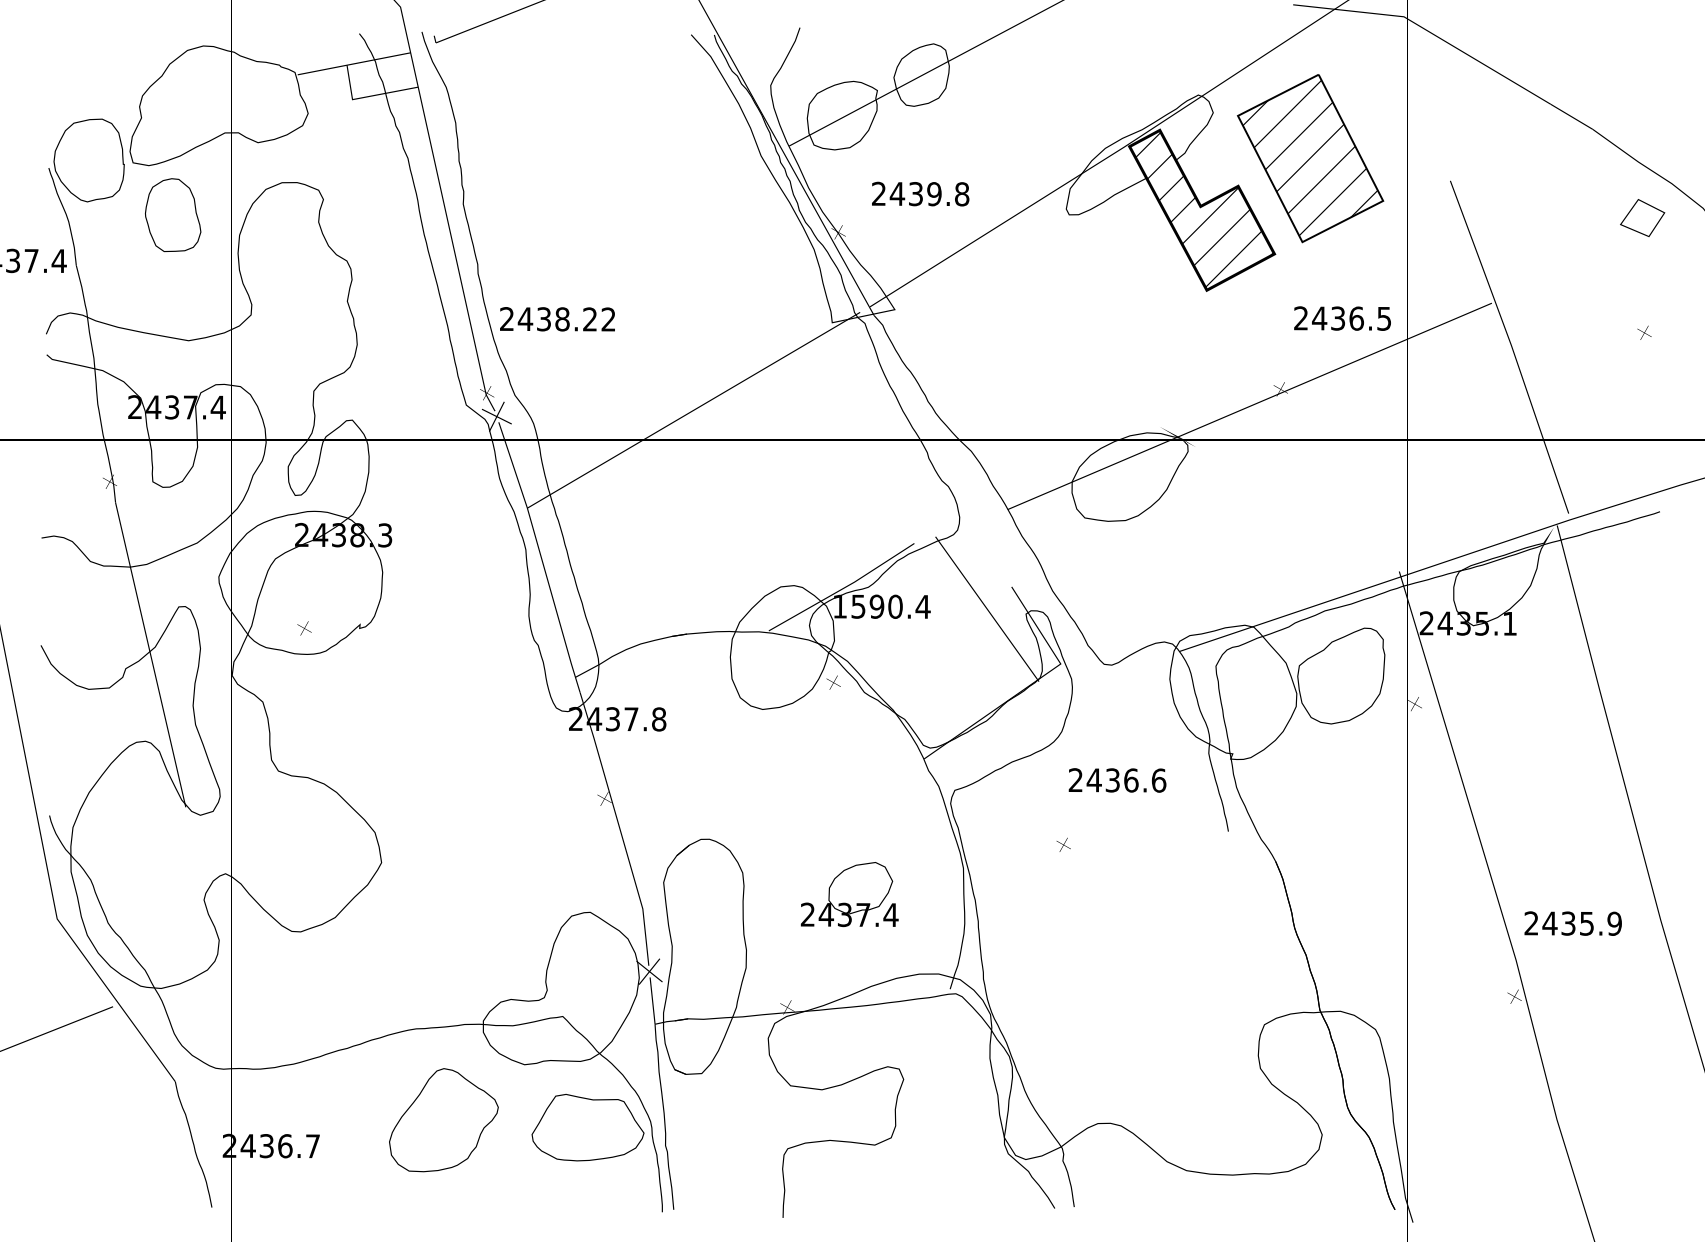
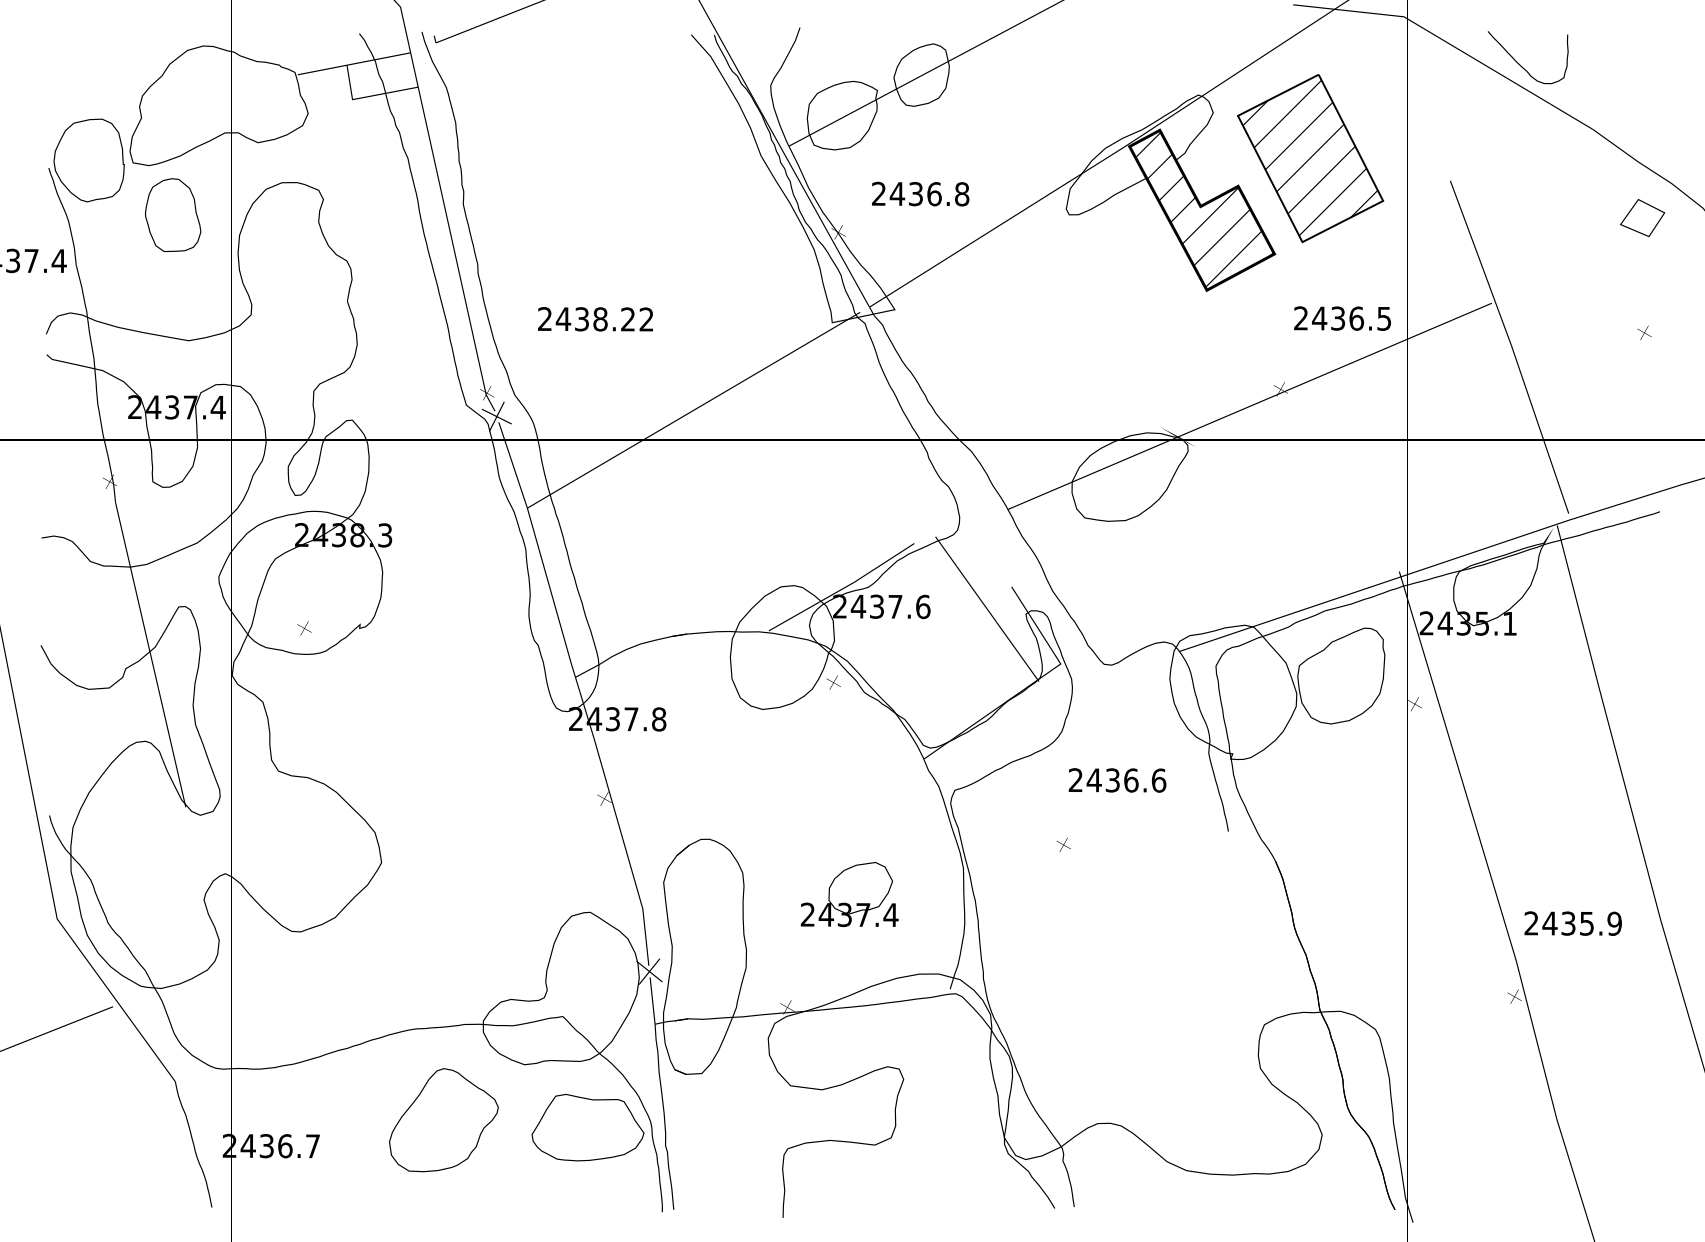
curve at (1520, 64): none -> present
text at (934, 194): 2439.8 -> 2436.8
text at (557, 319) position: (557, 319) -> (595, 319)
text at (881, 606): 1590.4 -> 2437.6
